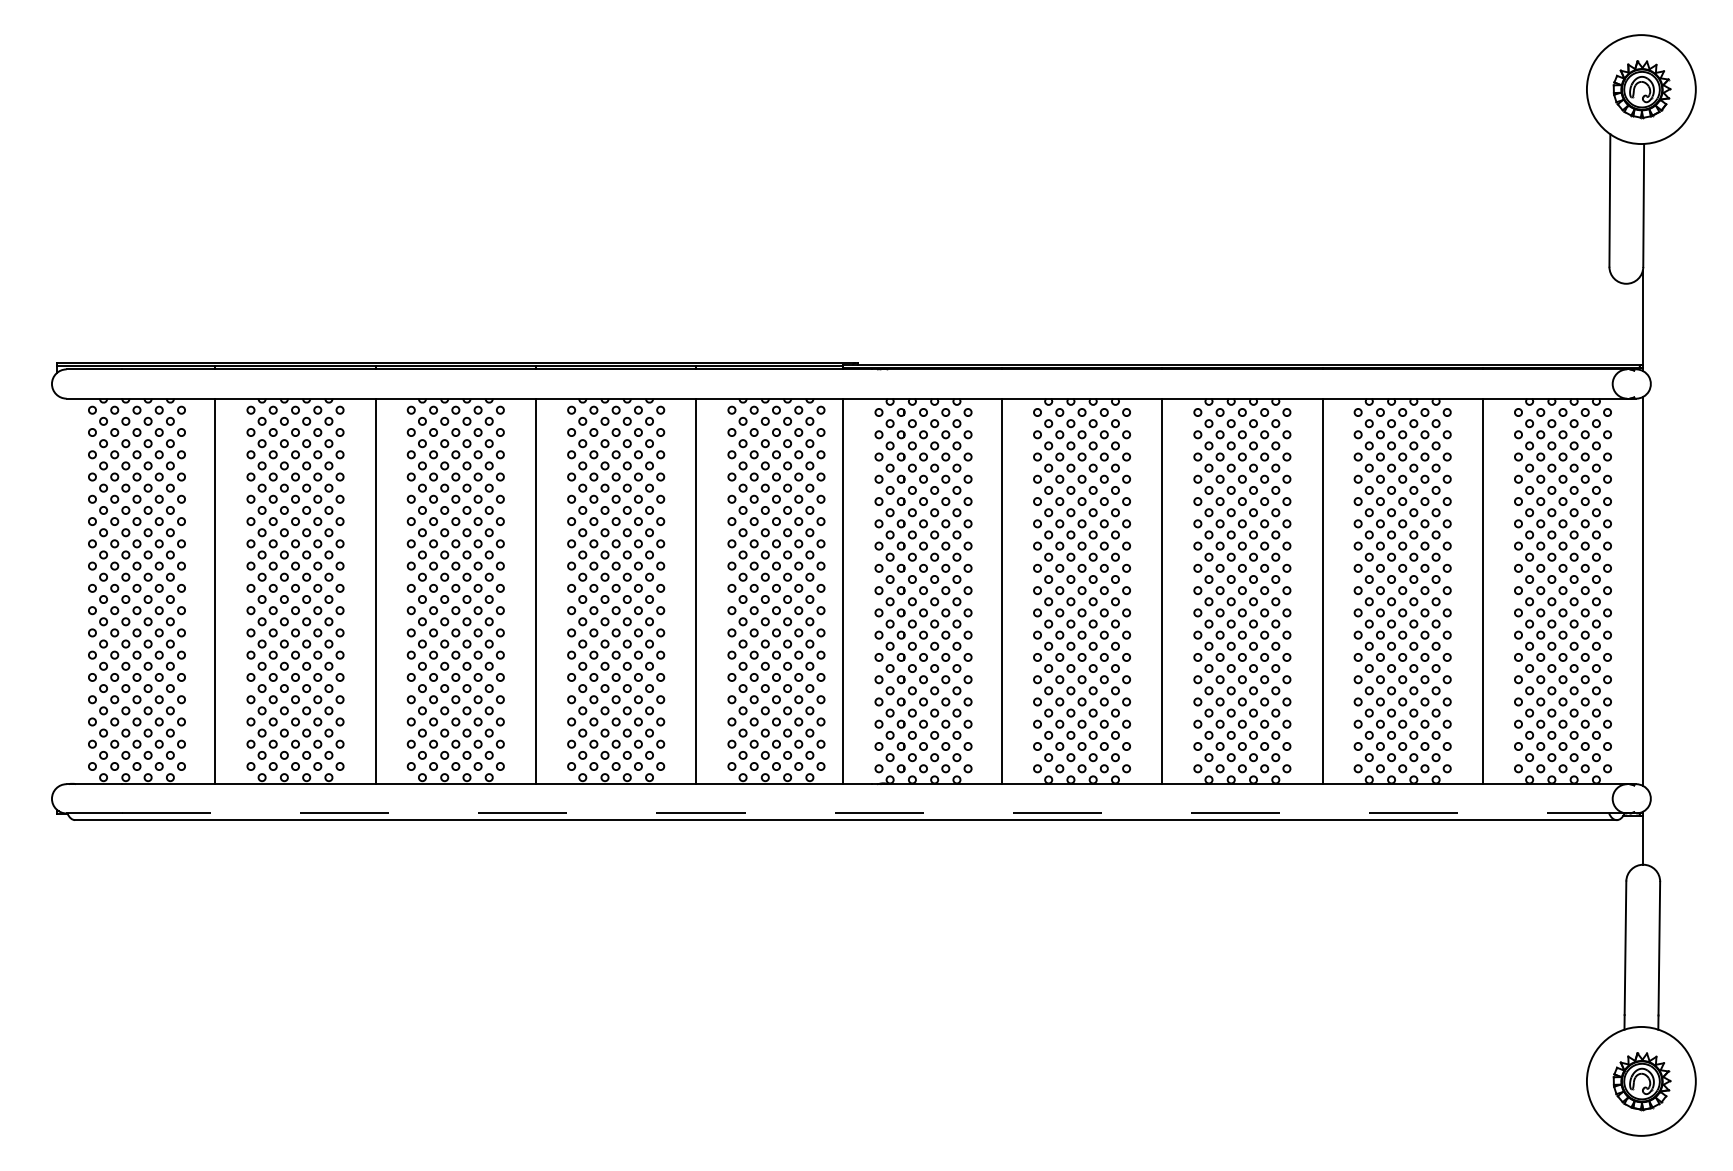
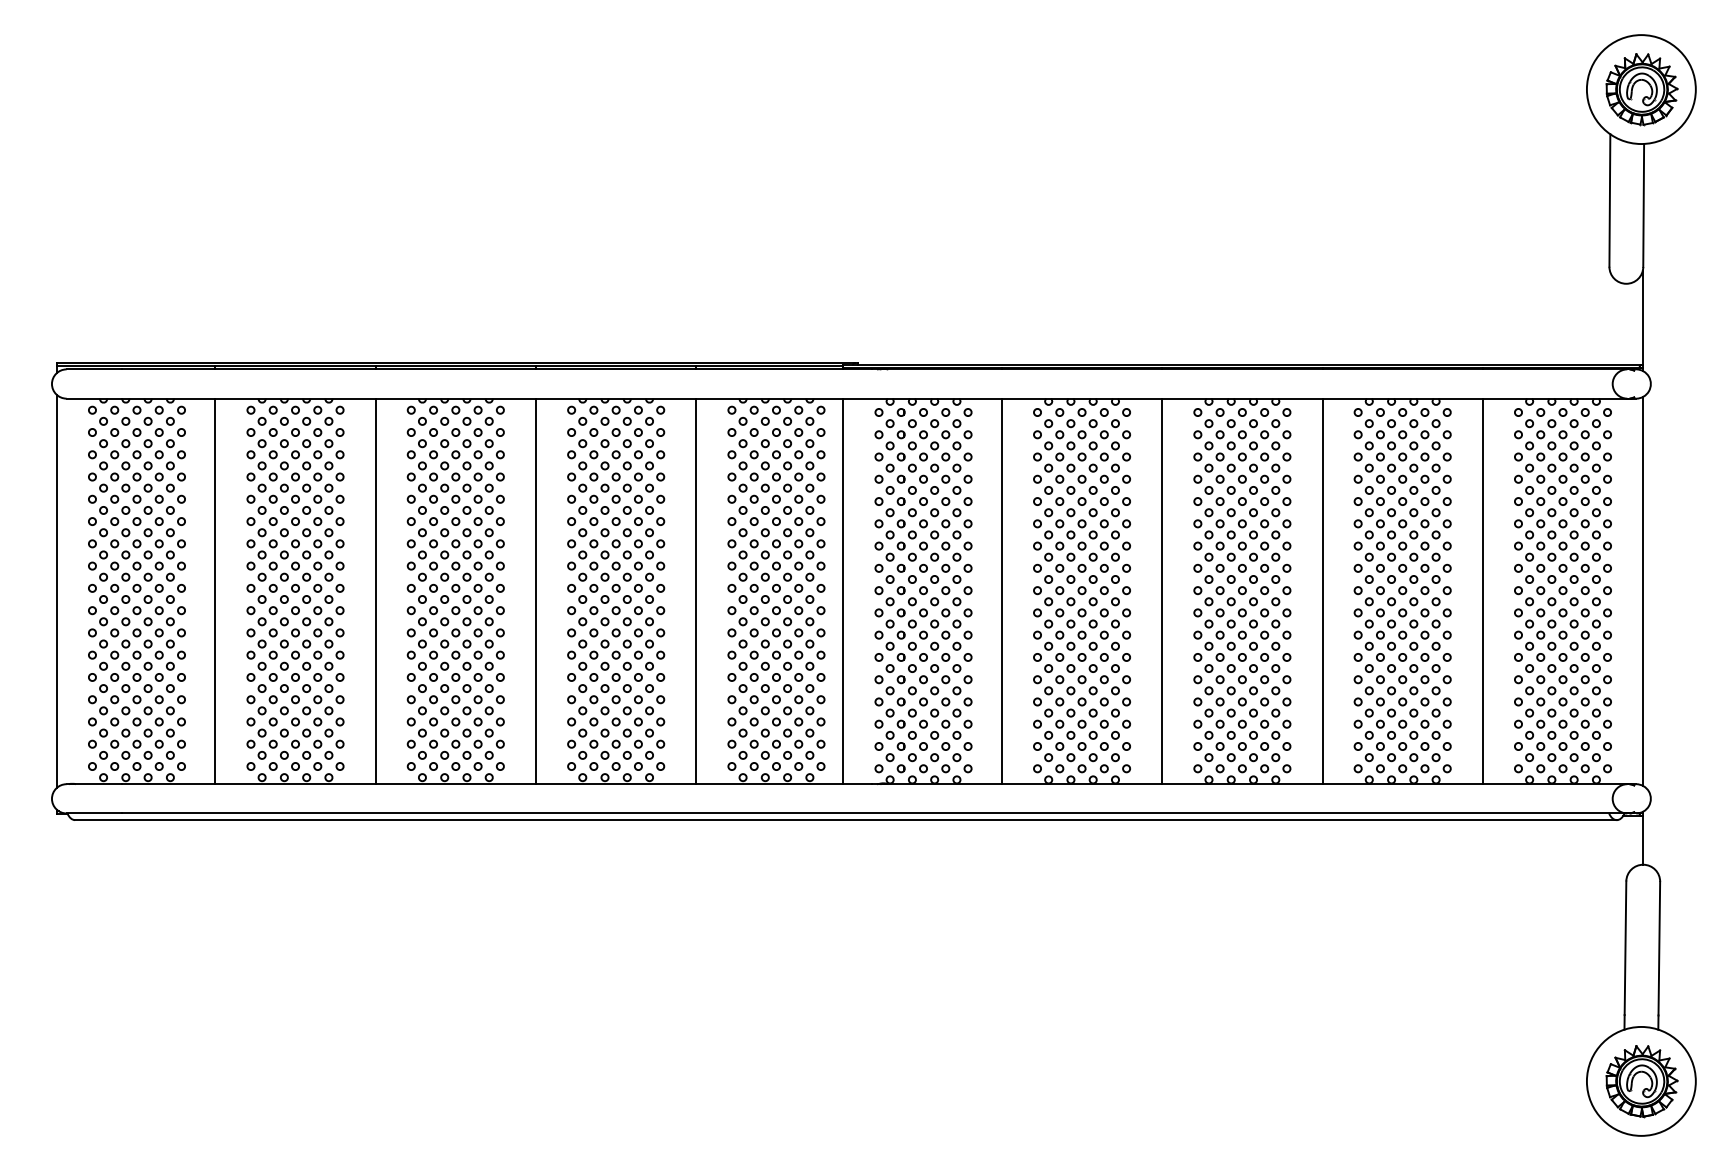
part at (1641, 89) size: 60x60 px -> 74x74 px
line at (56, 590): none -> present
line at (874, 813): dashed -> solid
part at (1641, 1081) size: 60x60 px -> 74x74 px
